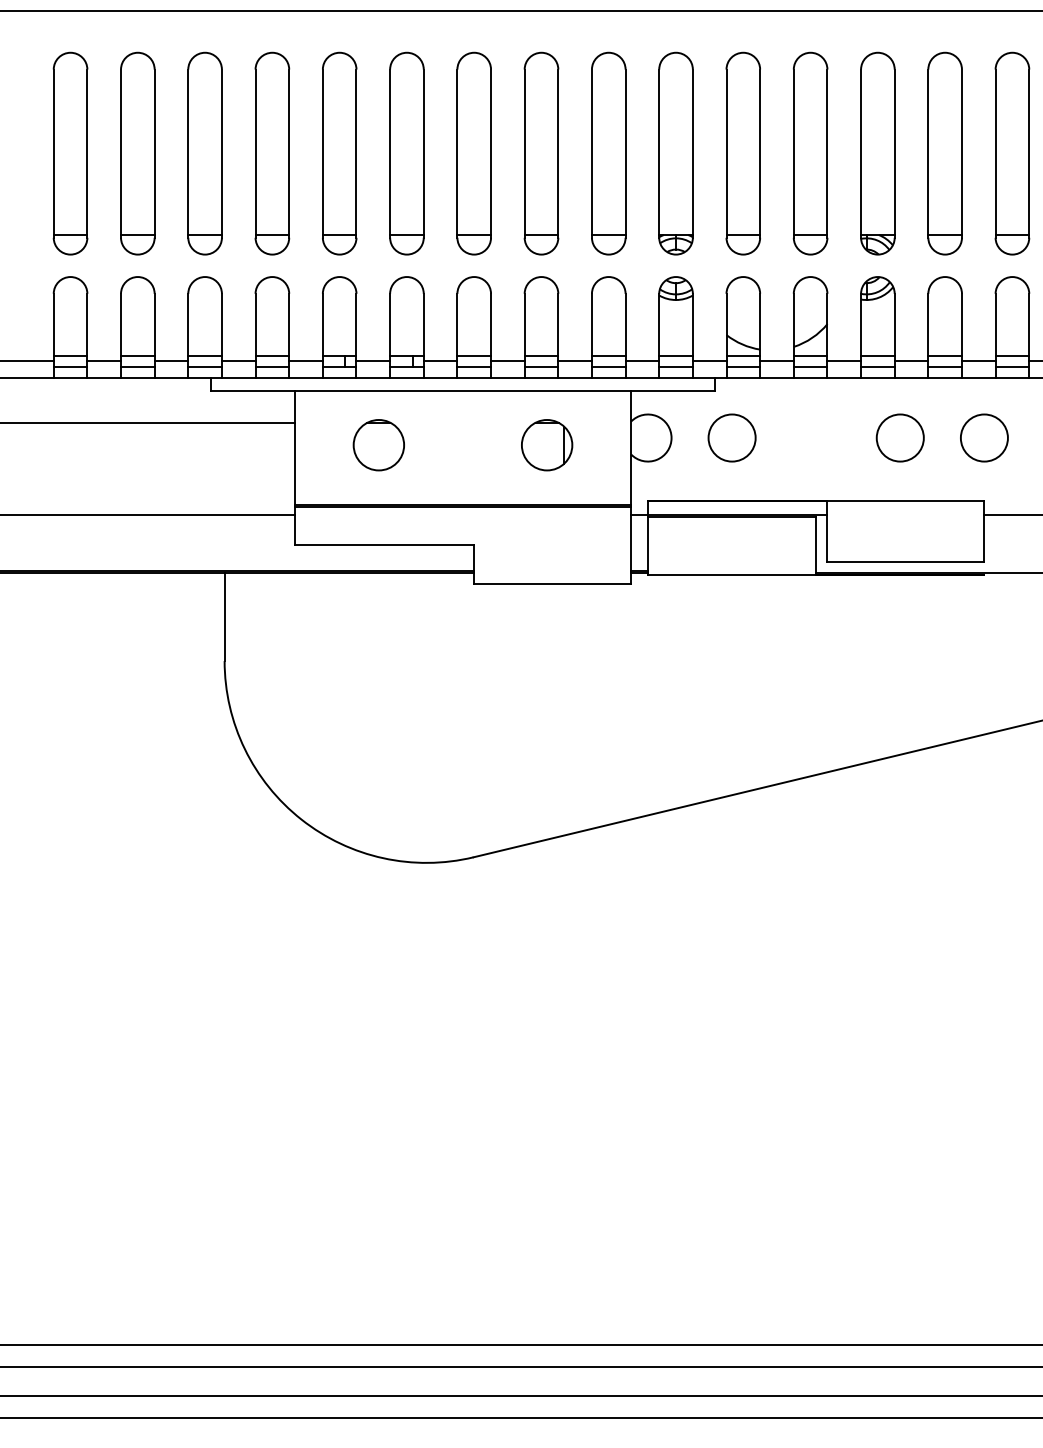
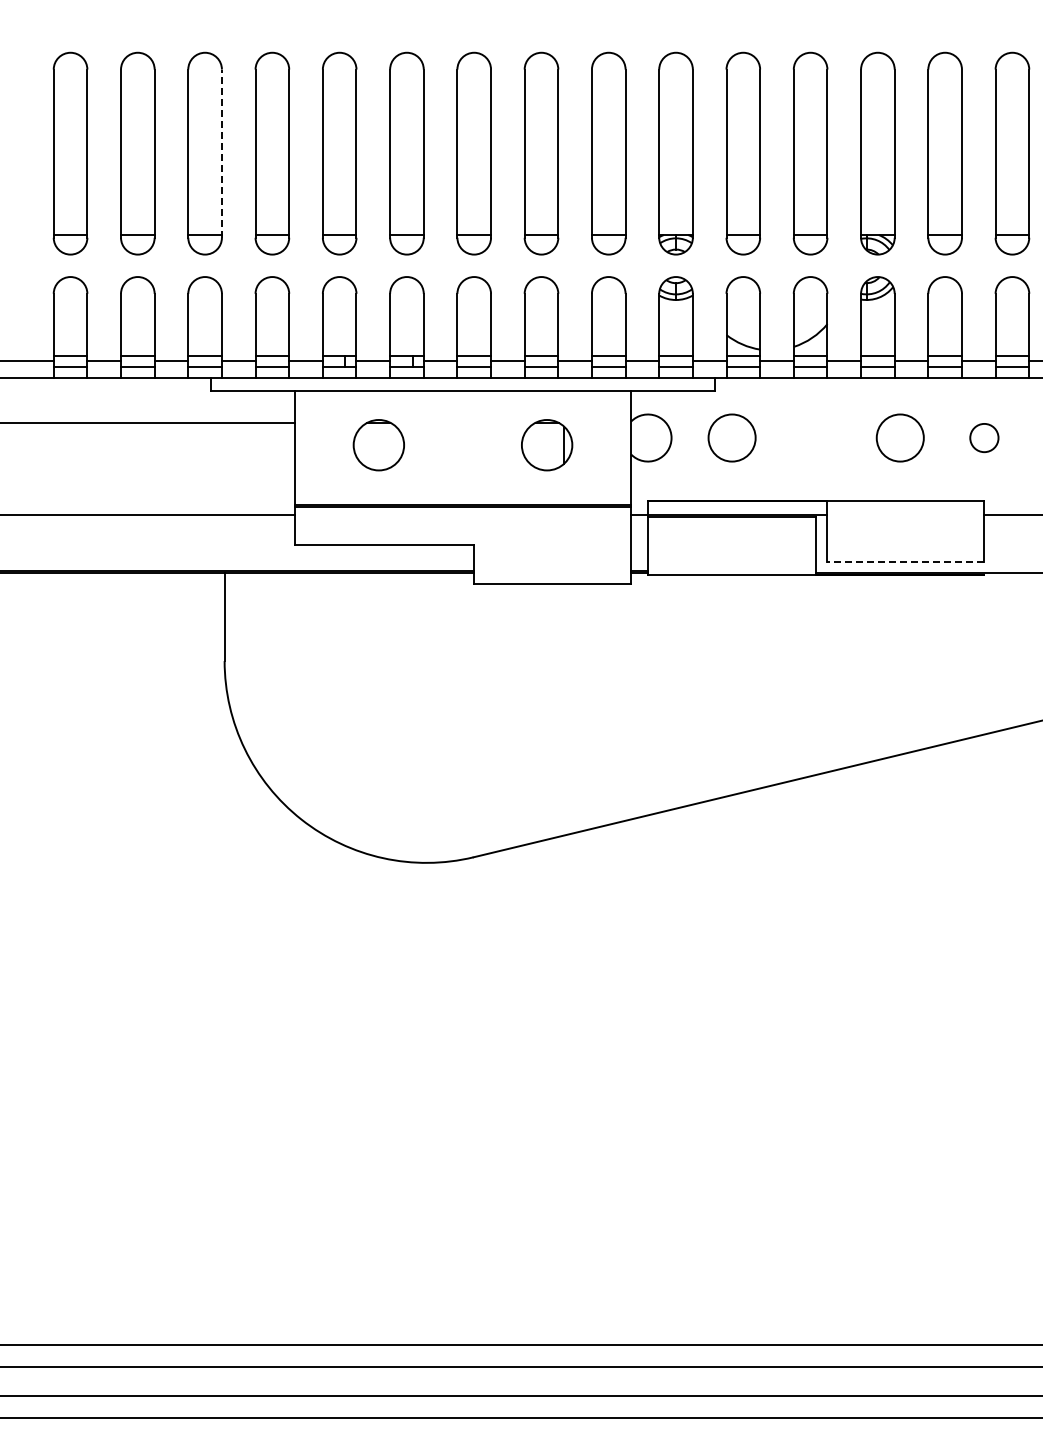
line at (520, 10): present -> none
line at (221, 153): solid -> dashed
circle at (983, 437) diameter: 47 px -> 28 px
line at (905, 562): solid -> dashed
